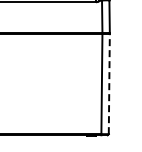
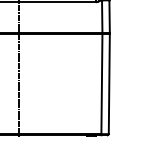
line at (18, 69): none -> present
line at (109, 83): dashed -> solid
